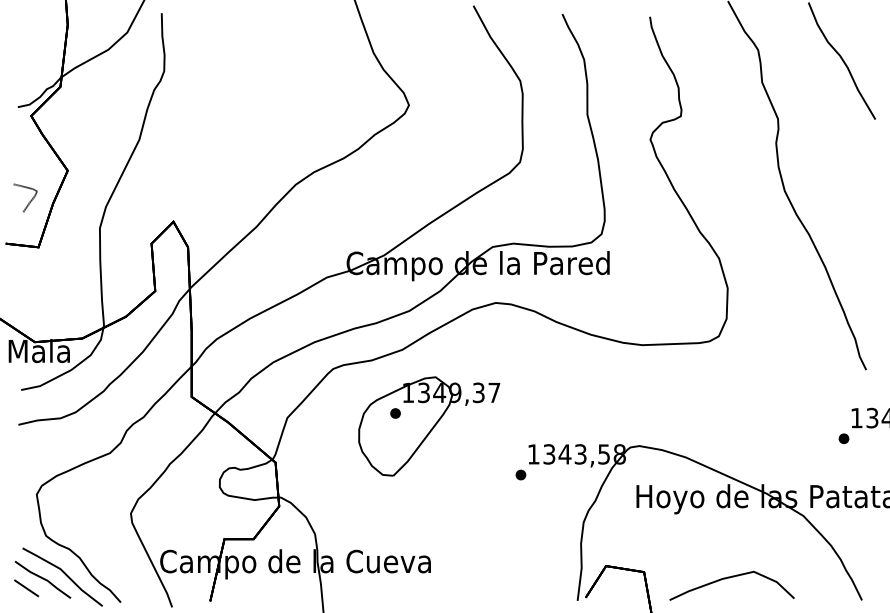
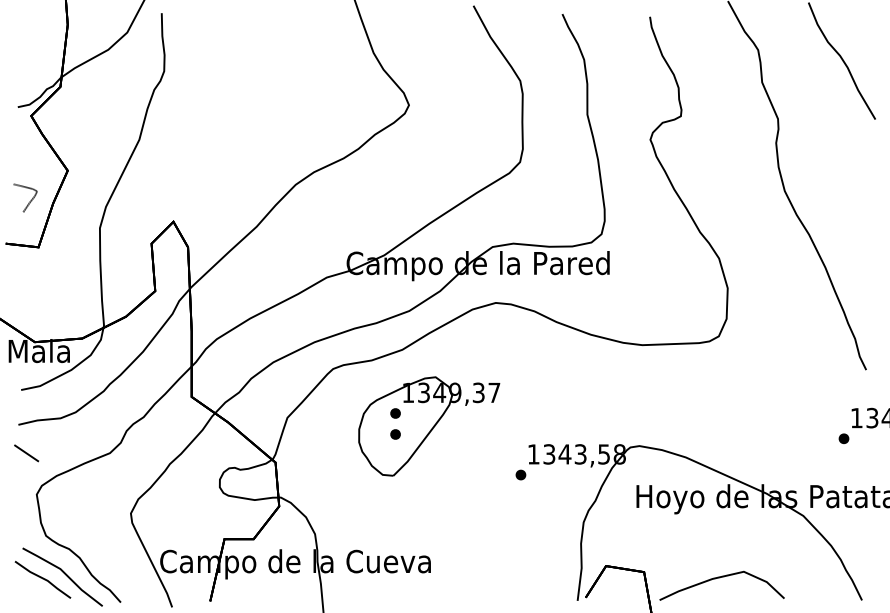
part at (395, 434): none -> present
curve at (730, 578) position: (730, 578) -> (720, 578)
line at (26, 588) position: (26, 588) -> (26, 453)
